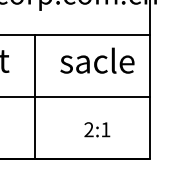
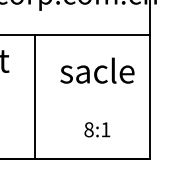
text at (97, 60) position: (97, 60) -> (97, 70)
line at (76, 96): present -> none
text at (88, 129): 2:1 -> 8:1
